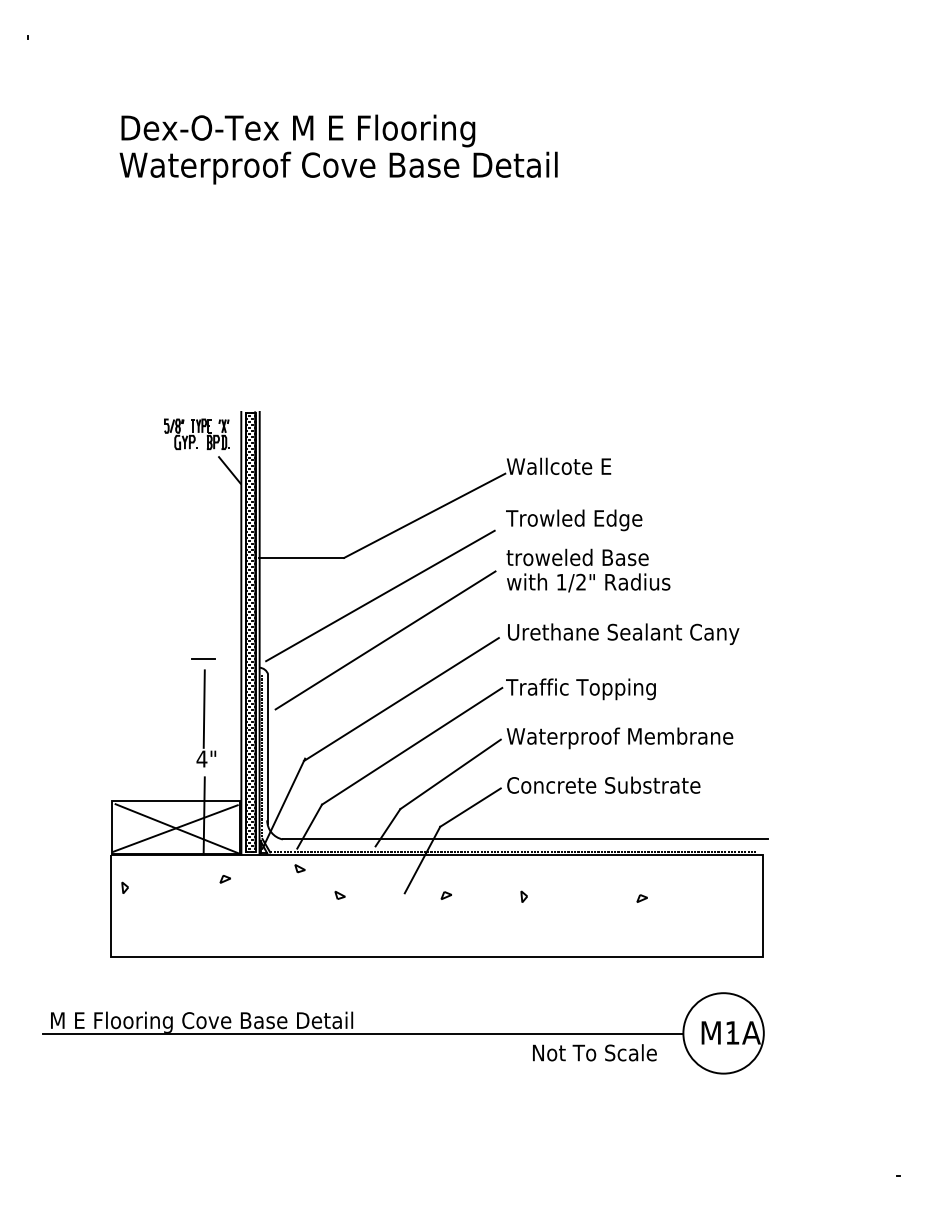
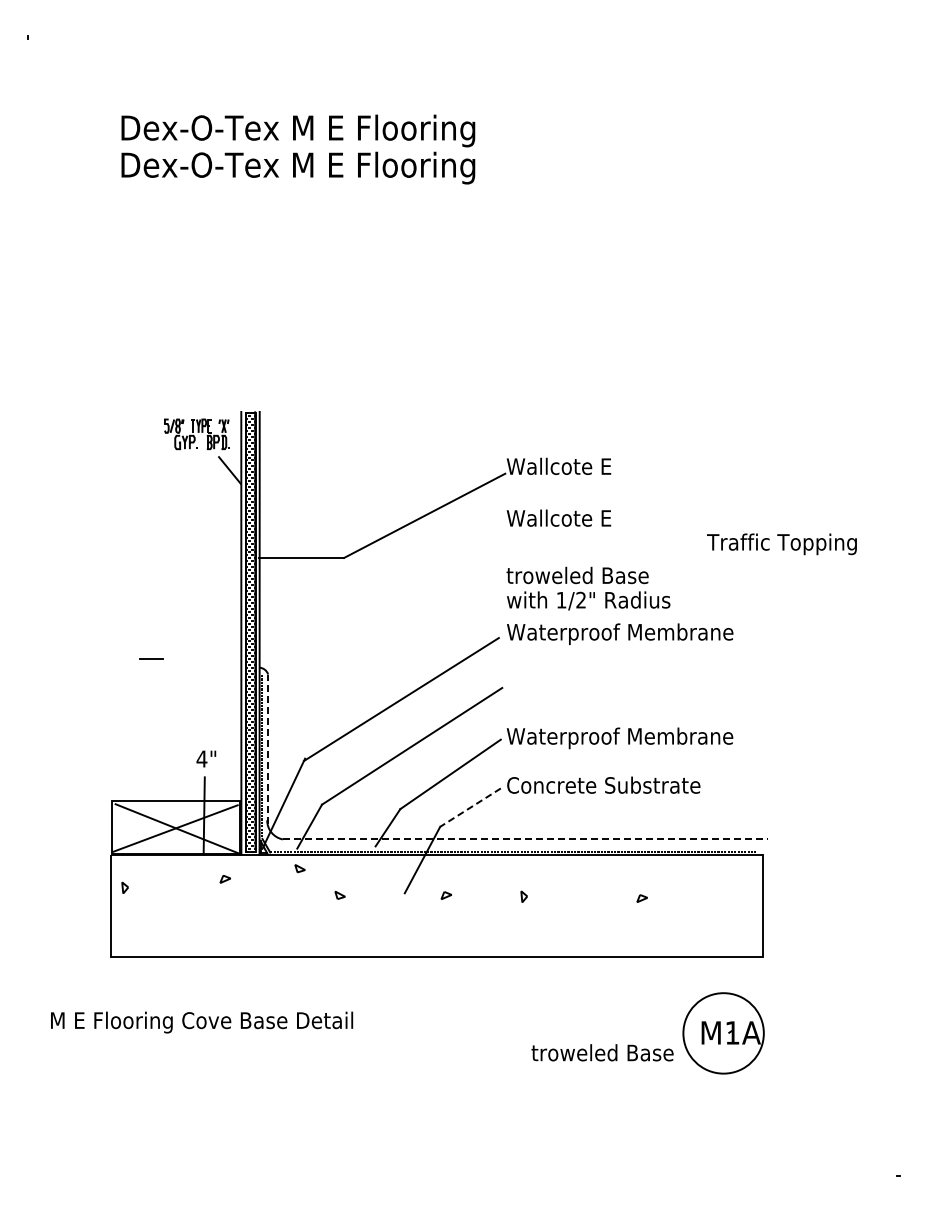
text at (338, 167): Waterproof Cove Base Detail -> Dex-O-Tex M E Flooring
text at (574, 520): Trowled Edge -> Wallcote E
text at (588, 570) position: (588, 570) -> (588, 588)
line at (380, 595): present -> none
text at (623, 634): Urethane Sealant Cany -> Waterproof Membrane
line at (385, 640): present -> none
line at (203, 658) position: (203, 658) -> (151, 658)
text at (580, 689) position: (580, 689) -> (781, 544)
line at (203, 708): present -> none
line at (268, 748): solid -> dashed
line at (470, 807): solid -> dashed
line at (525, 839): solid -> dashed
line at (362, 1034): present -> none
text at (602, 1052): Not To Scale -> troweled Base
